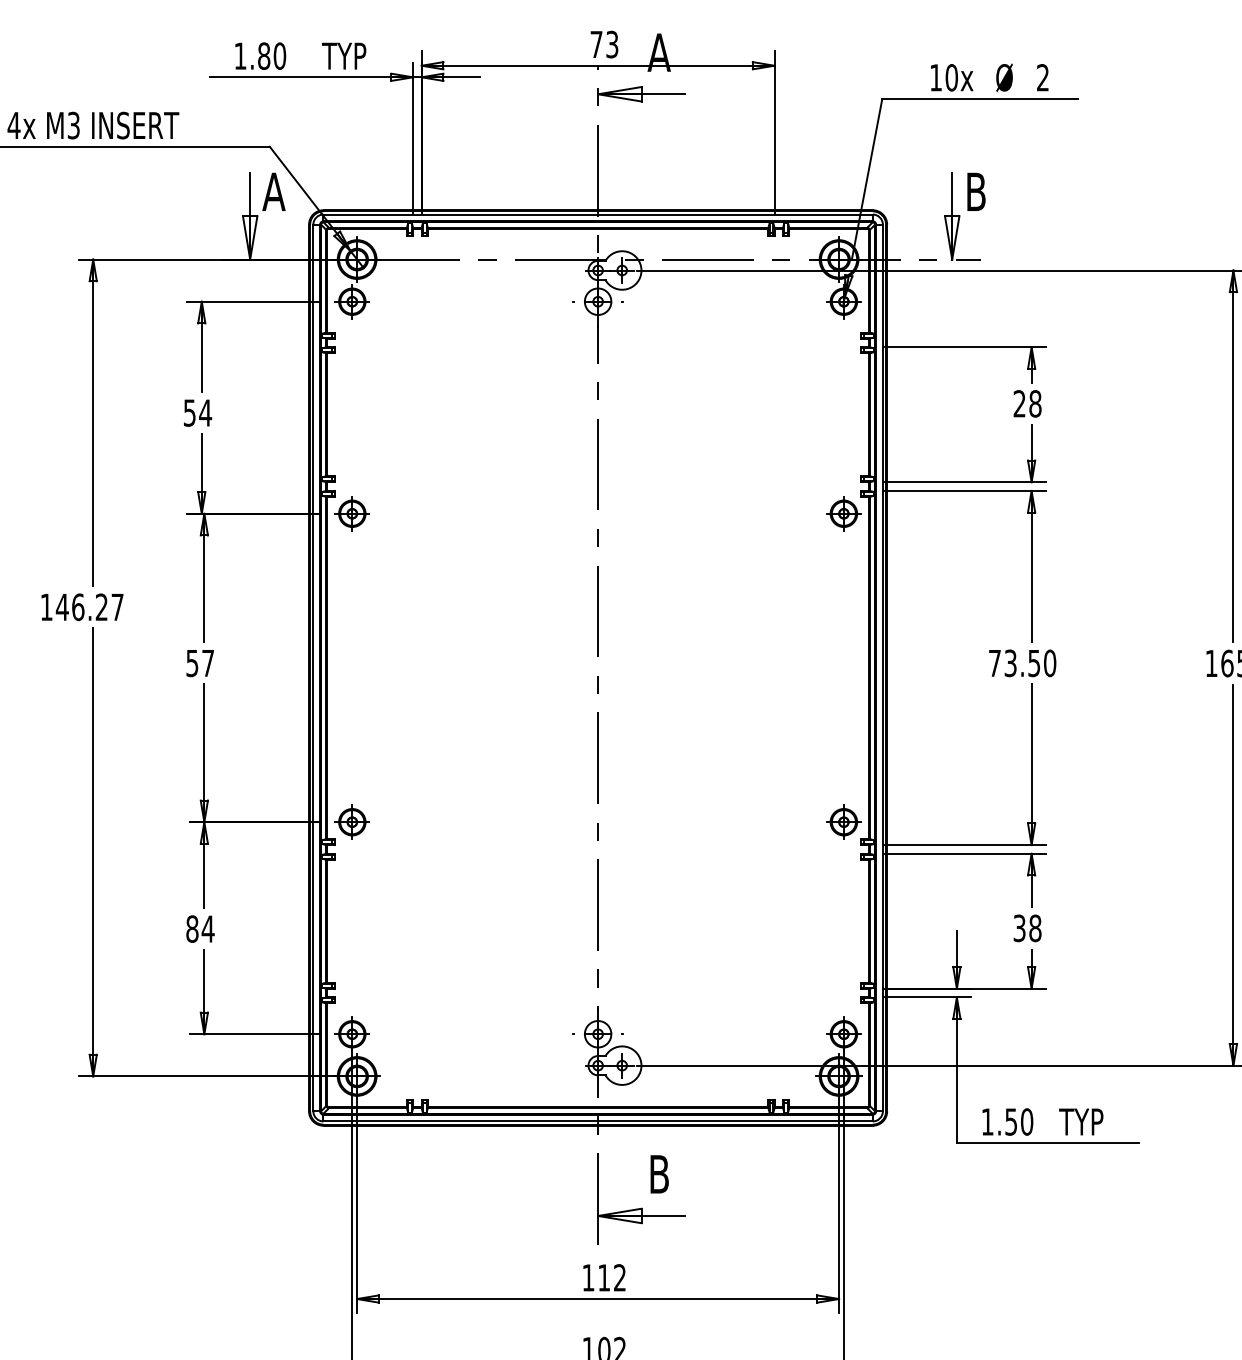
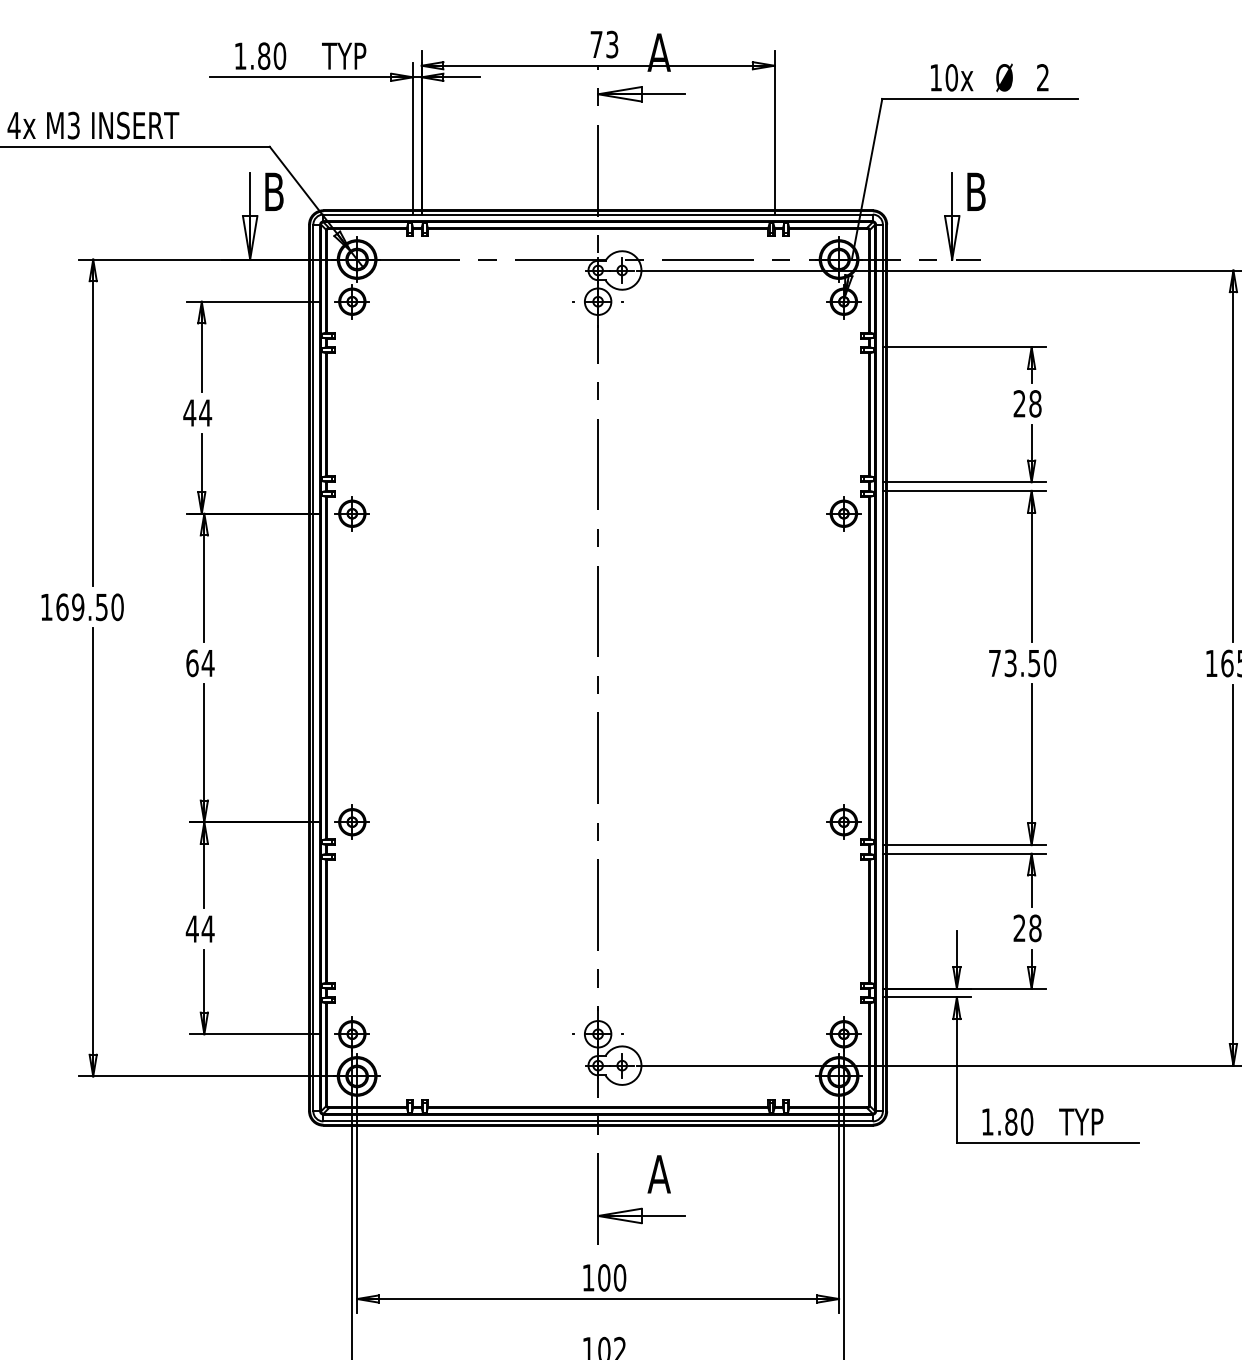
text at (273, 191): A -> B
text at (189, 412): 54 -> 44
text at (89, 607): 146.27 -> 169.50
text at (200, 663): 57 -> 64
text at (191, 928): 84 -> 44
text at (1019, 928): 38 -> 28
text at (1011, 1121): 1.50 -> 1.80
text at (658, 1174): B -> A
text at (612, 1277): 112 -> 100
